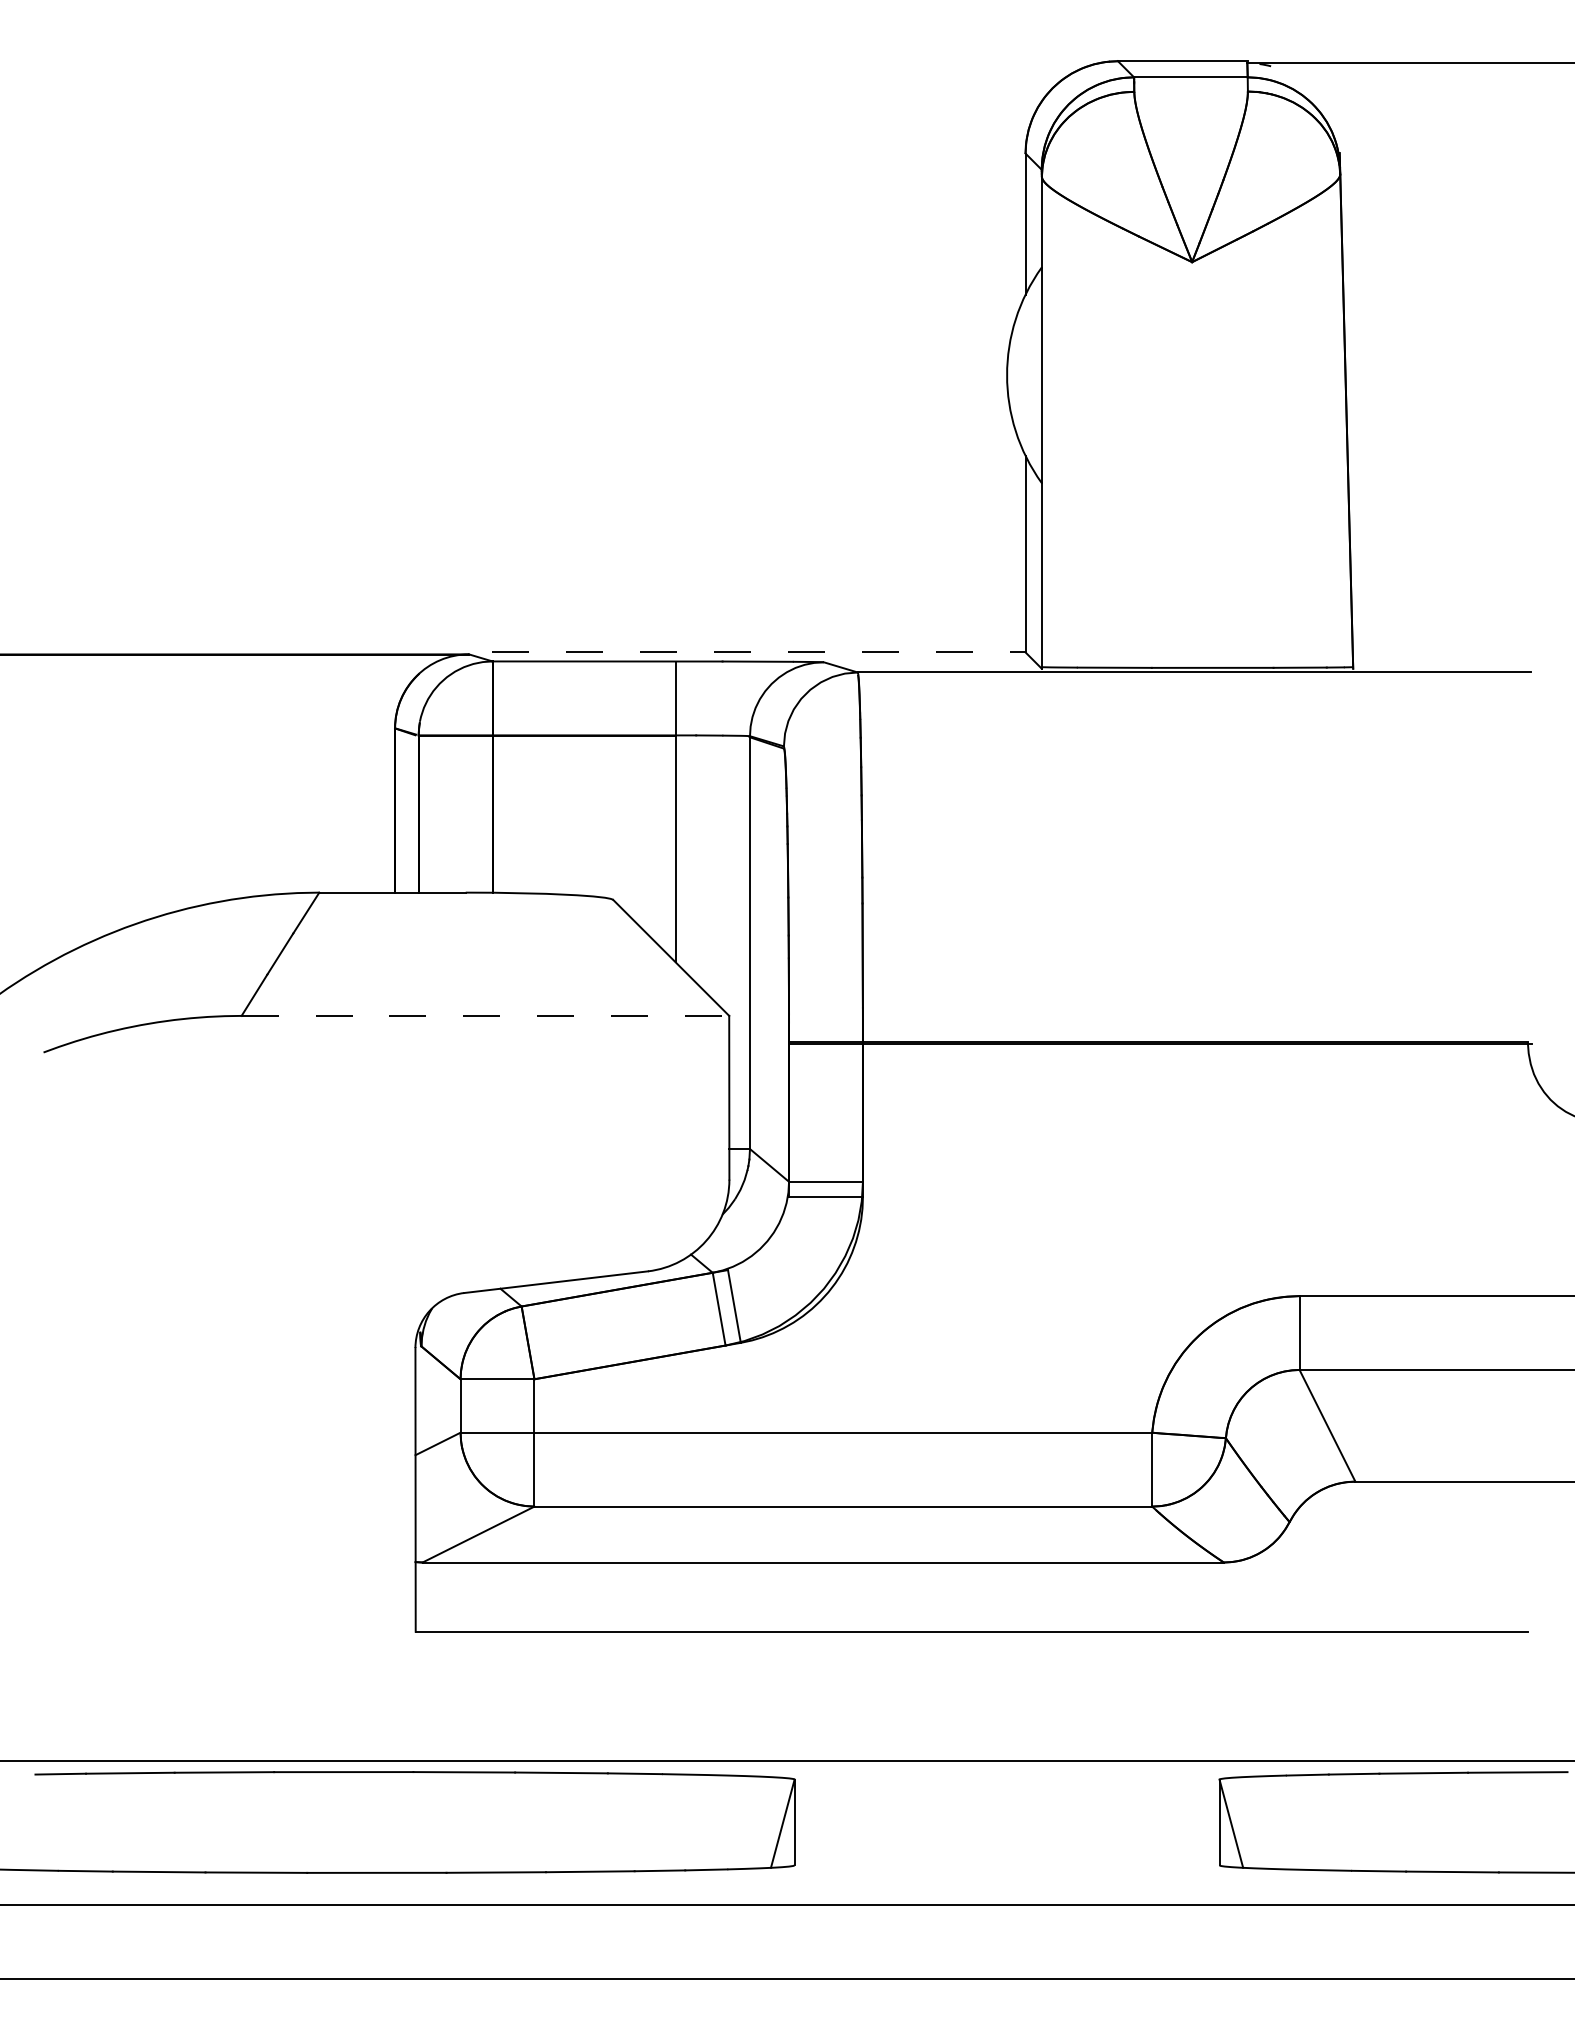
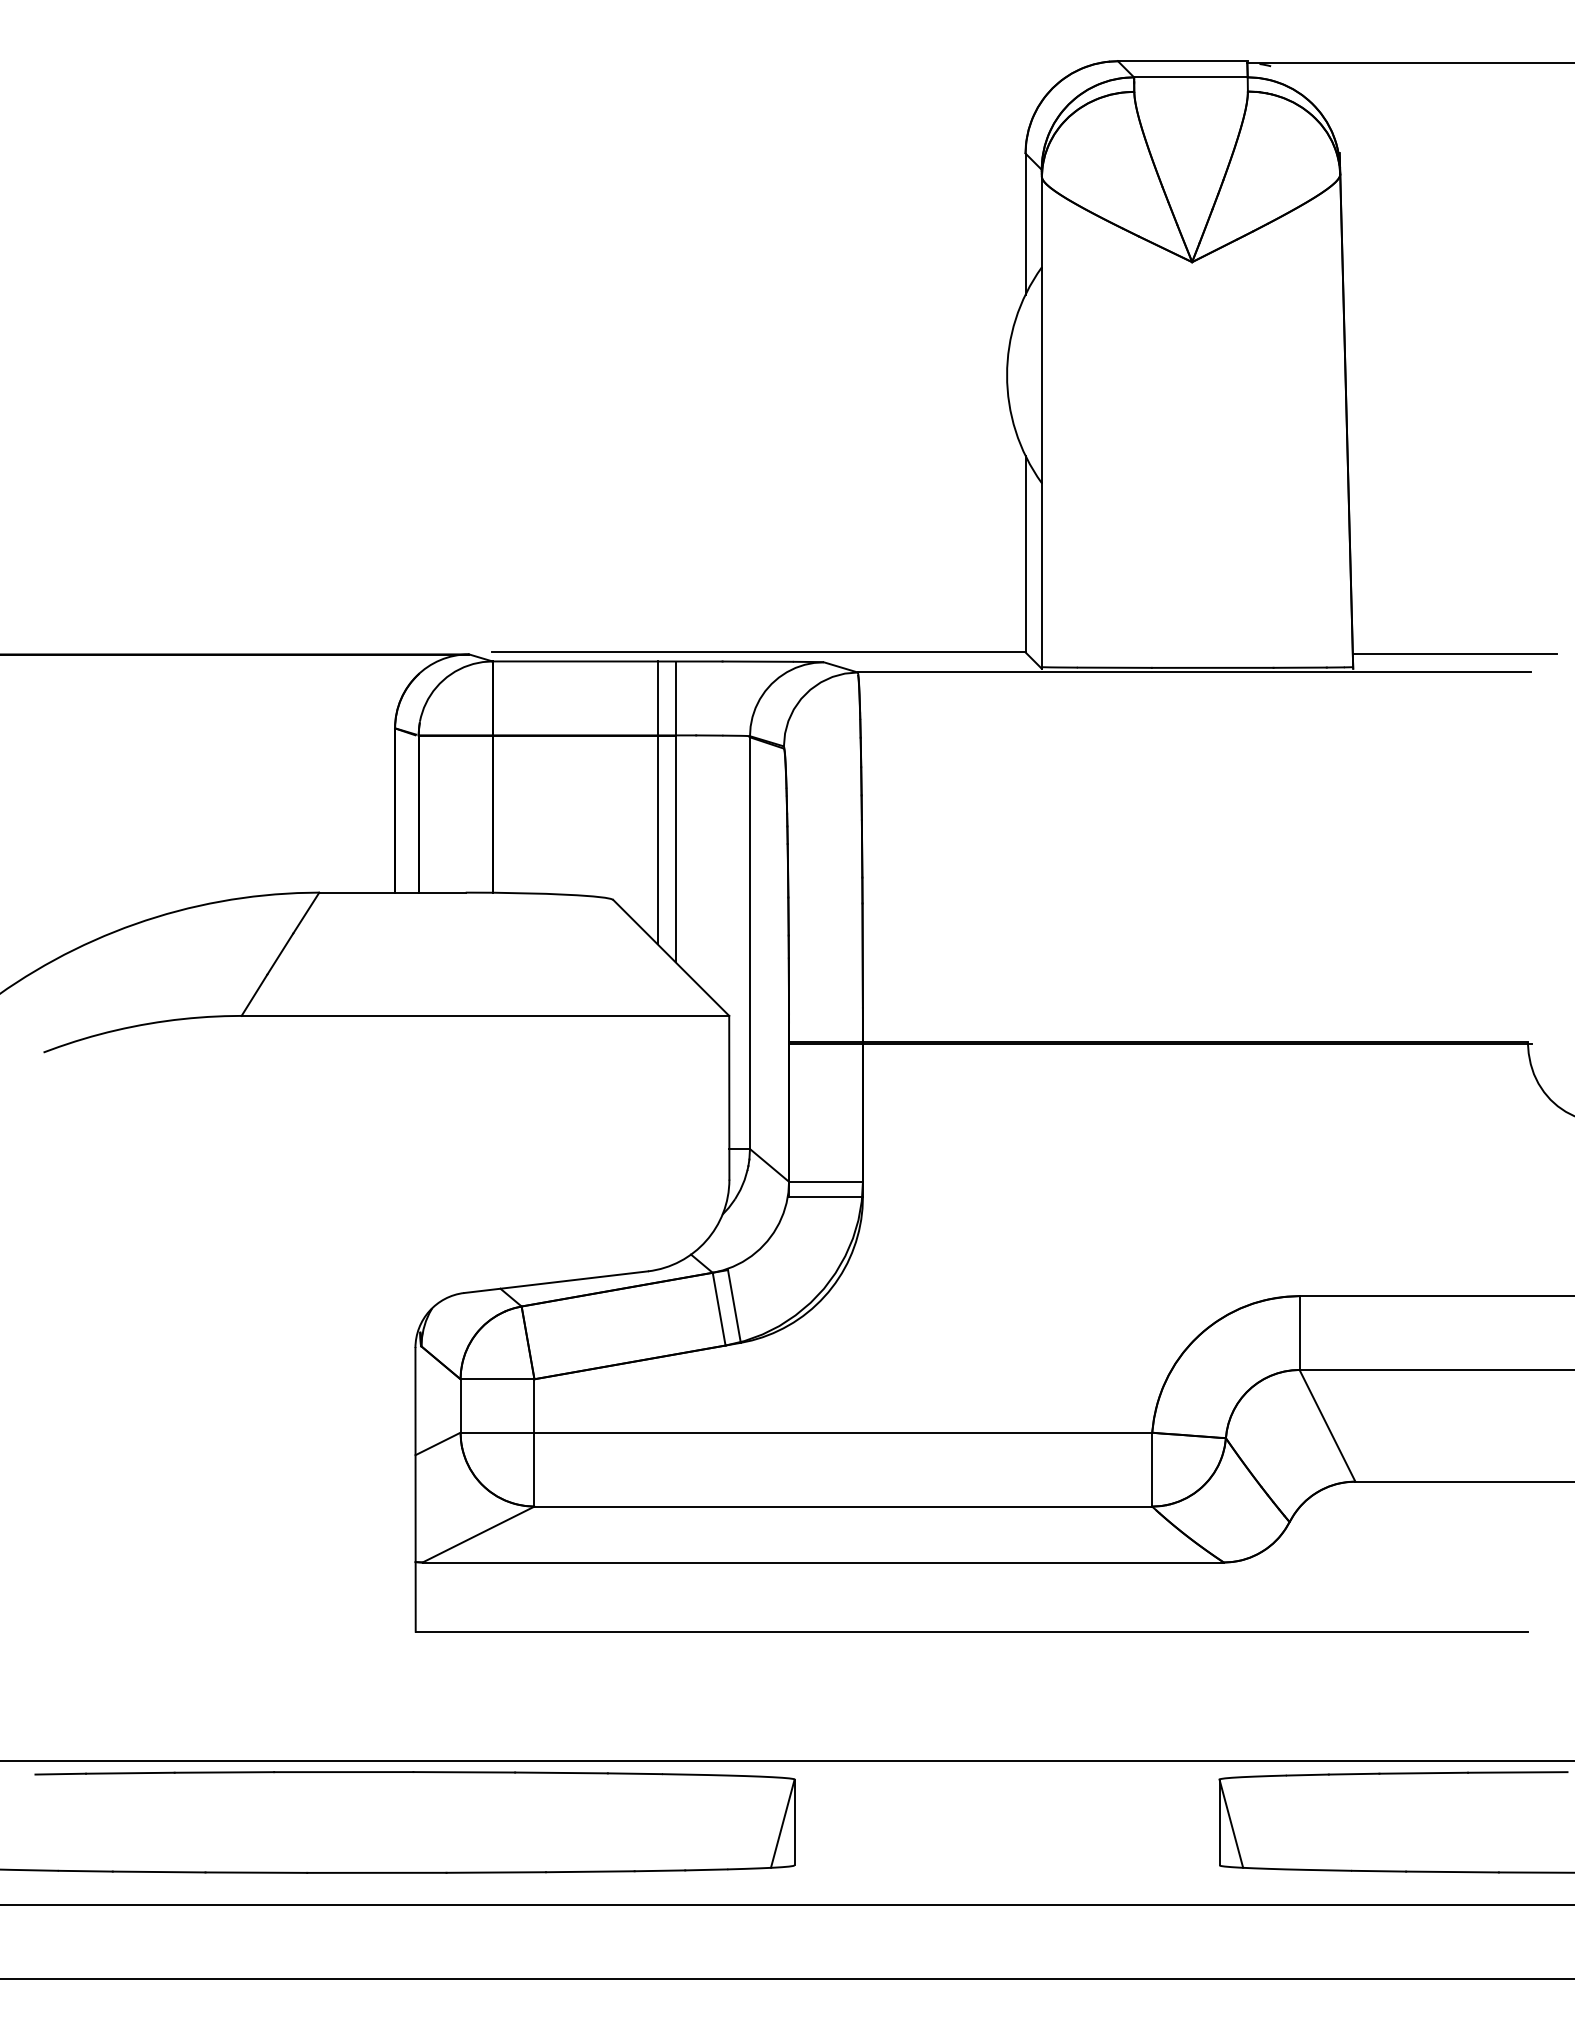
line at (758, 652): dashed -> solid
line at (1454, 654): none -> present
line at (657, 802): none -> present
line at (485, 1015): dashed -> solid
